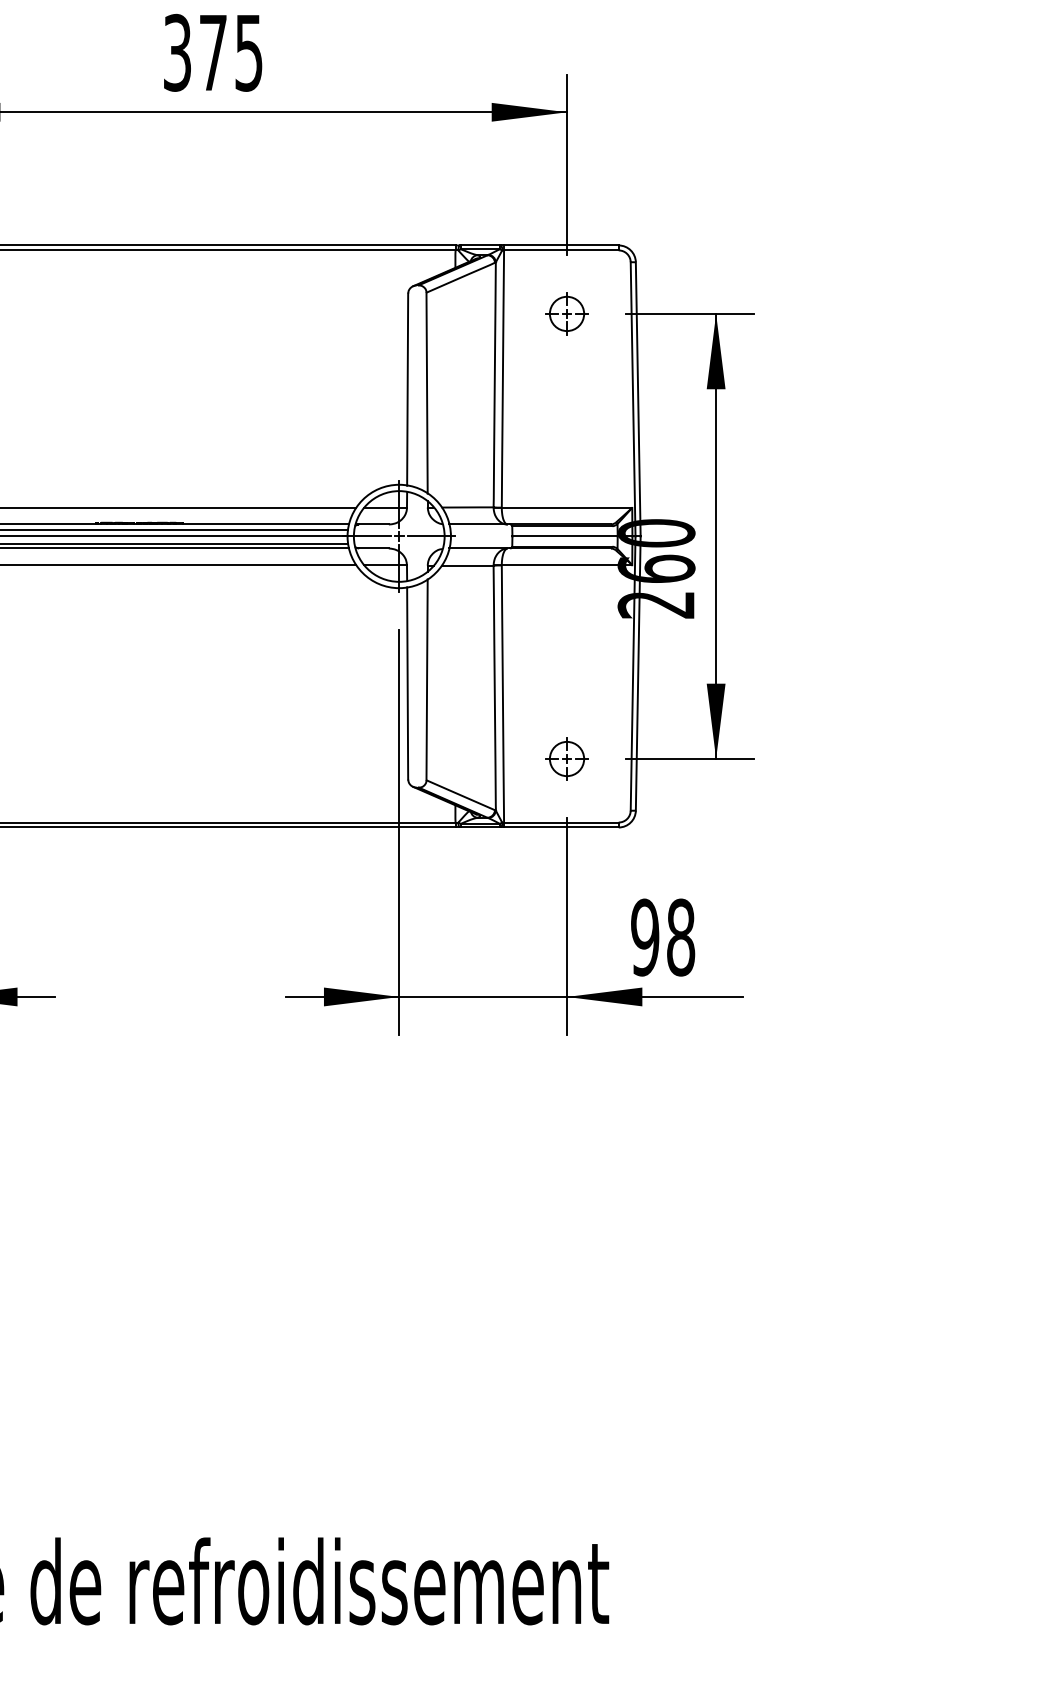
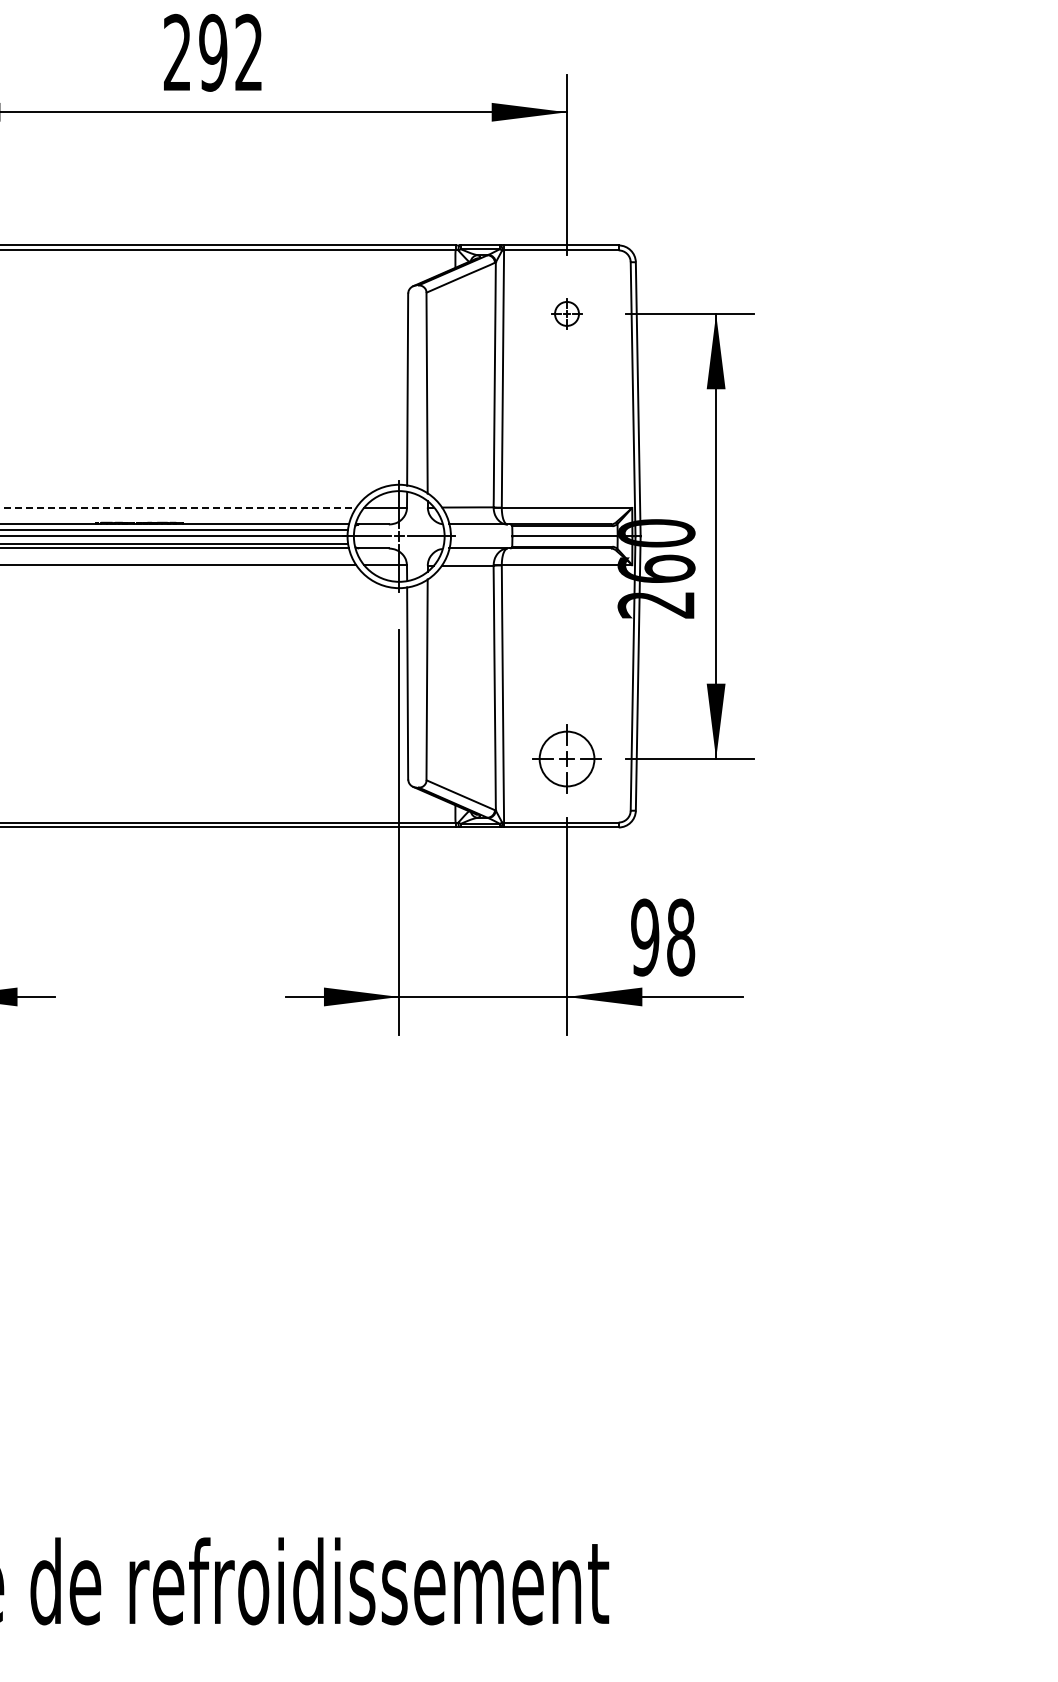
text at (213, 52): 375 -> 292
part at (566, 313) size: 44x44 px -> 32x32 px
line at (178, 507): solid -> dashed
part at (566, 758) size: 44x44 px -> 70x70 px
